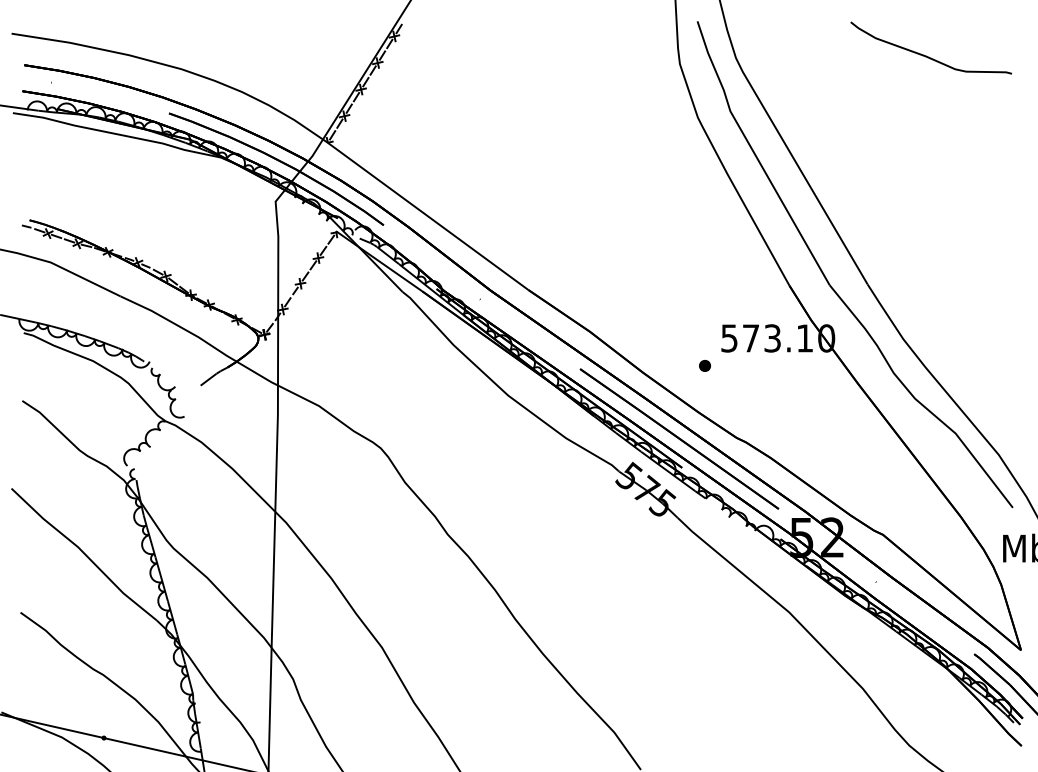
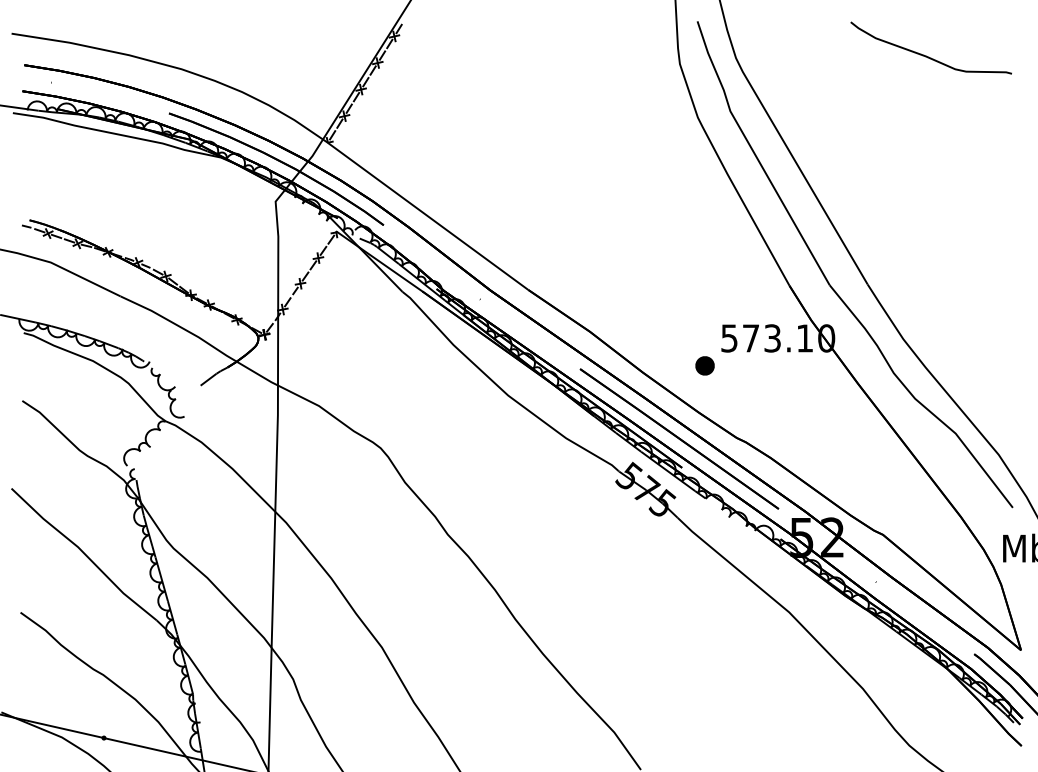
part at (704, 365) size: 12x12 px -> 20x20 px
